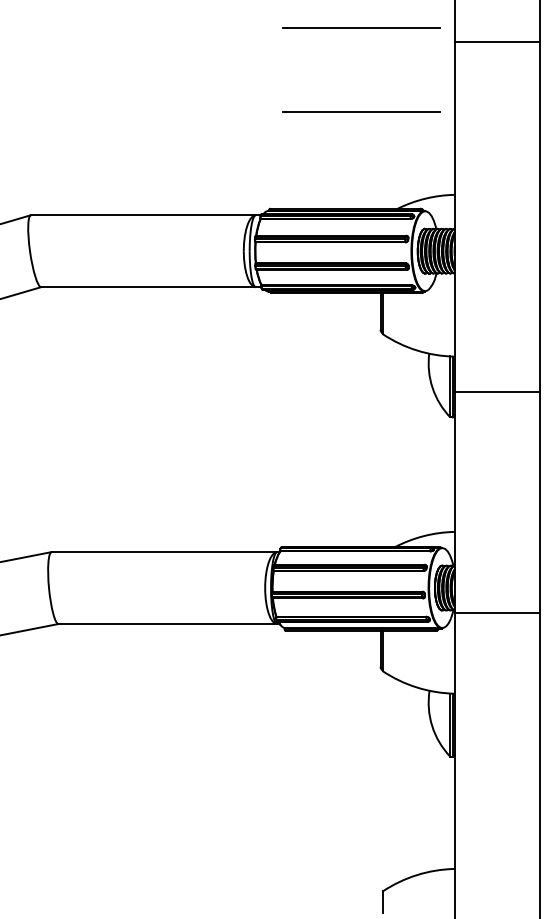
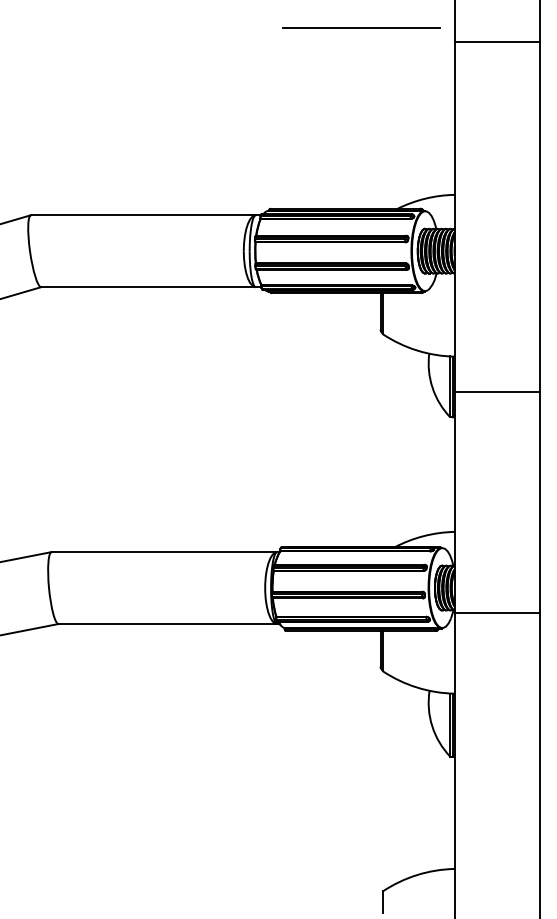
line at (361, 111): present -> none
